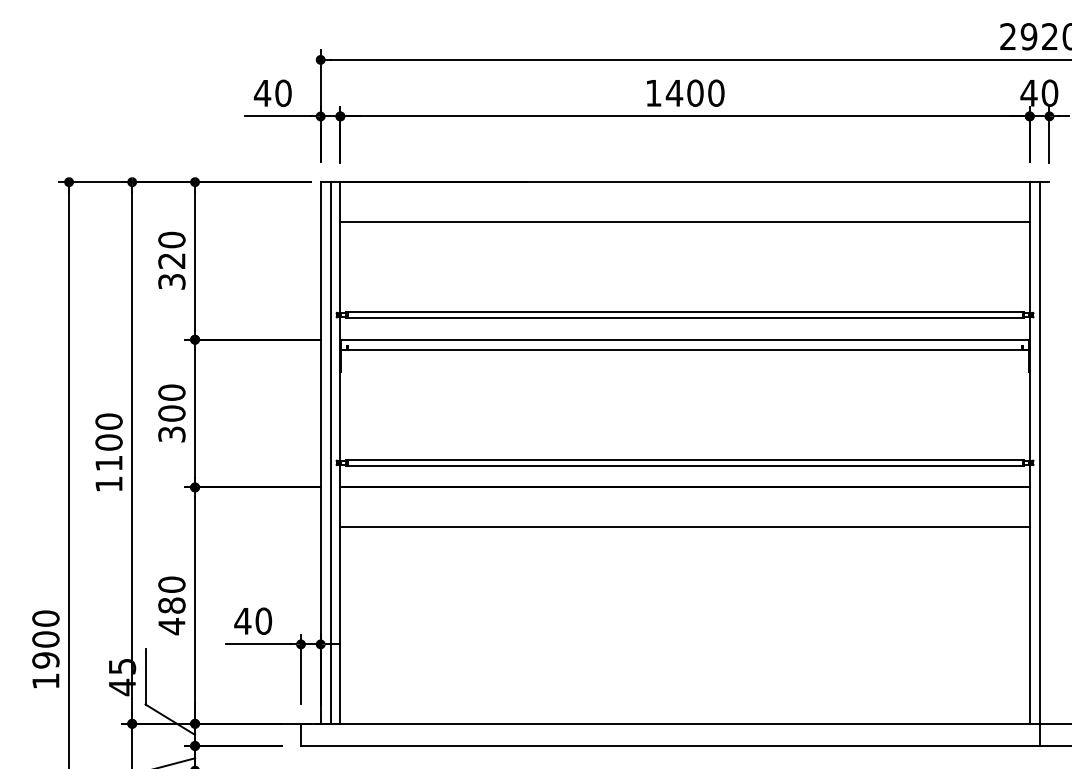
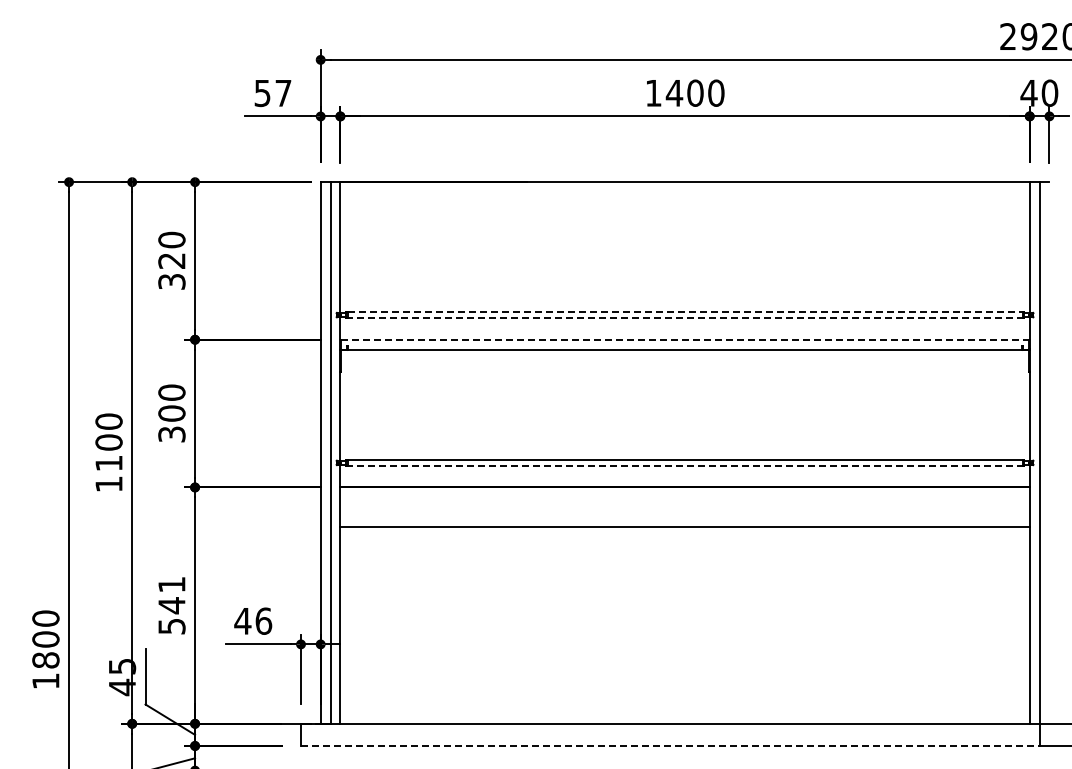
text at (272, 93): 40 -> 57
line at (684, 221): present -> none
line at (685, 312): solid -> dashed
line at (684, 318): solid -> dashed
line at (685, 339): solid -> dashed
line at (684, 465): solid -> dashed
text at (171, 605): 480 -> 541
text at (263, 620): 40 -> 46
text at (45, 660): 1900 -> 1800
line at (670, 746): solid -> dashed
